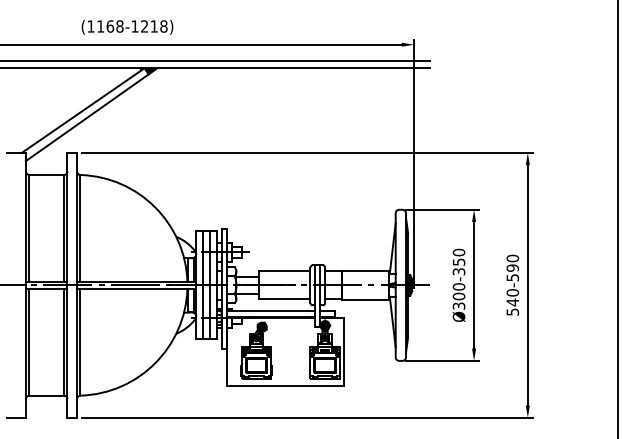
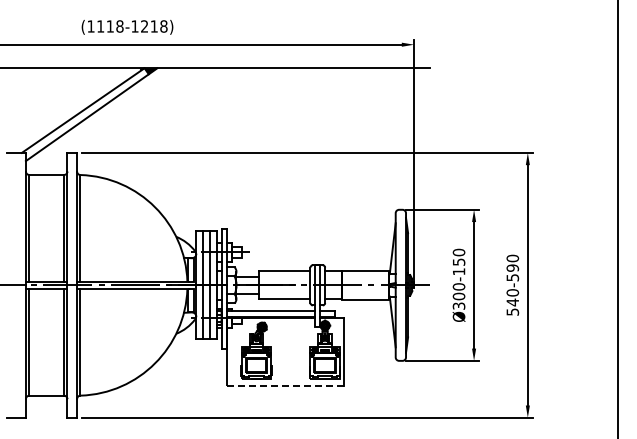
text at (110, 26): (1168-1218) -> (1118-1218)
line at (215, 60): present -> none
text at (458, 271): Ø300-350 -> Ø300-150
line at (285, 385): solid -> dashed
